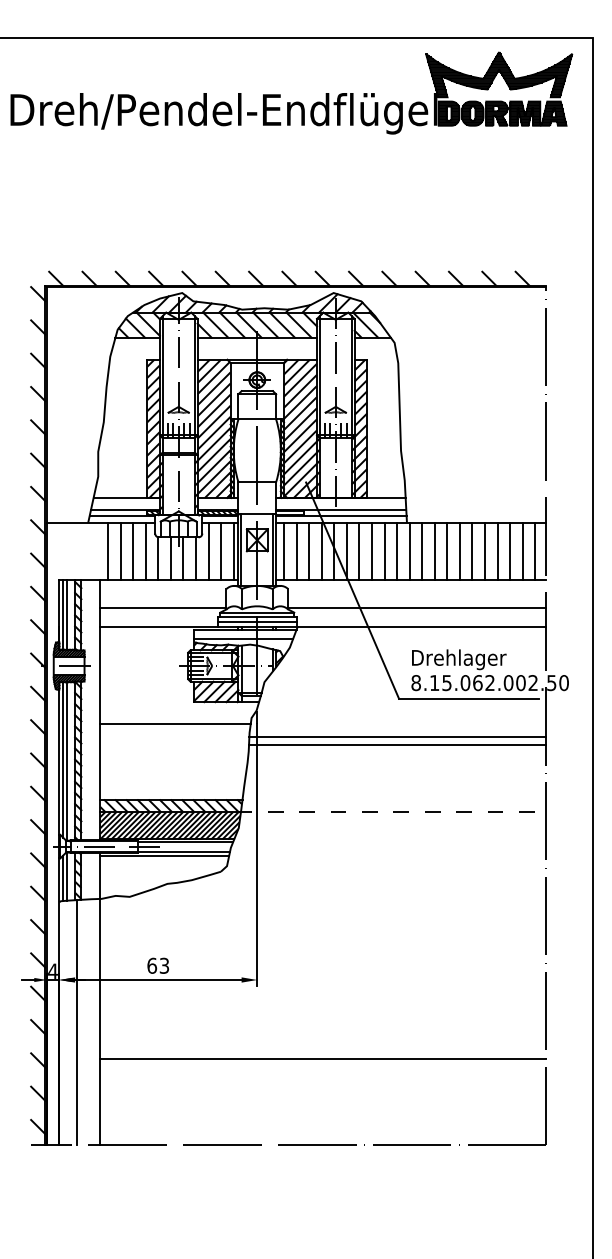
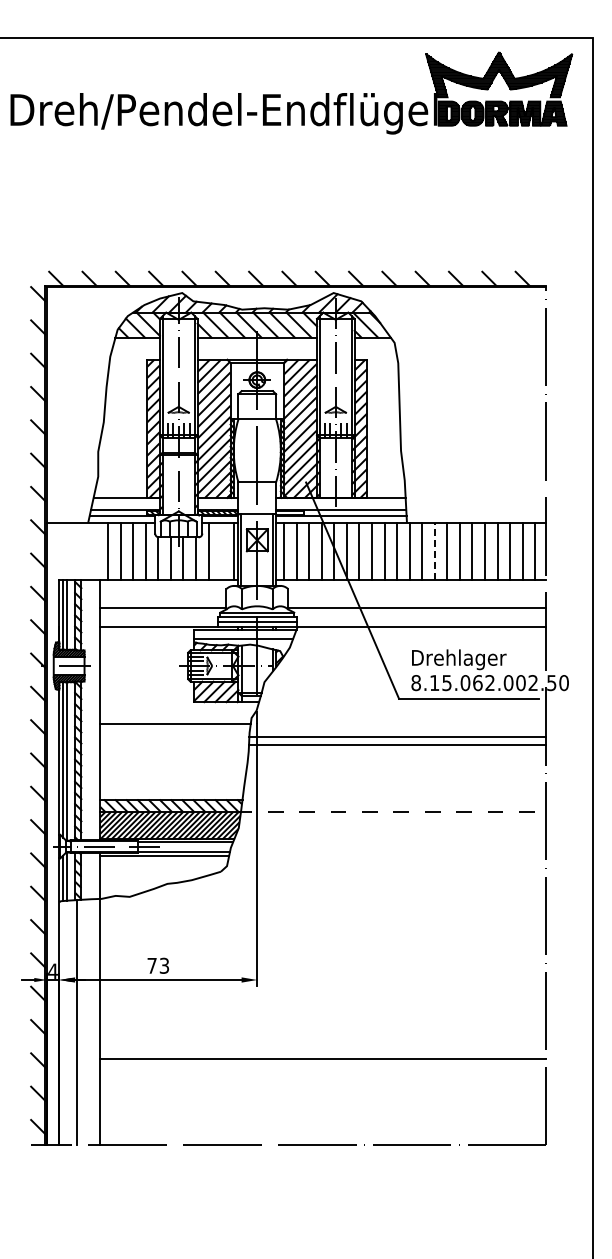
line at (434, 550): solid -> dashed
line at (221, 551): present -> none
text at (152, 965): 63 -> 73
